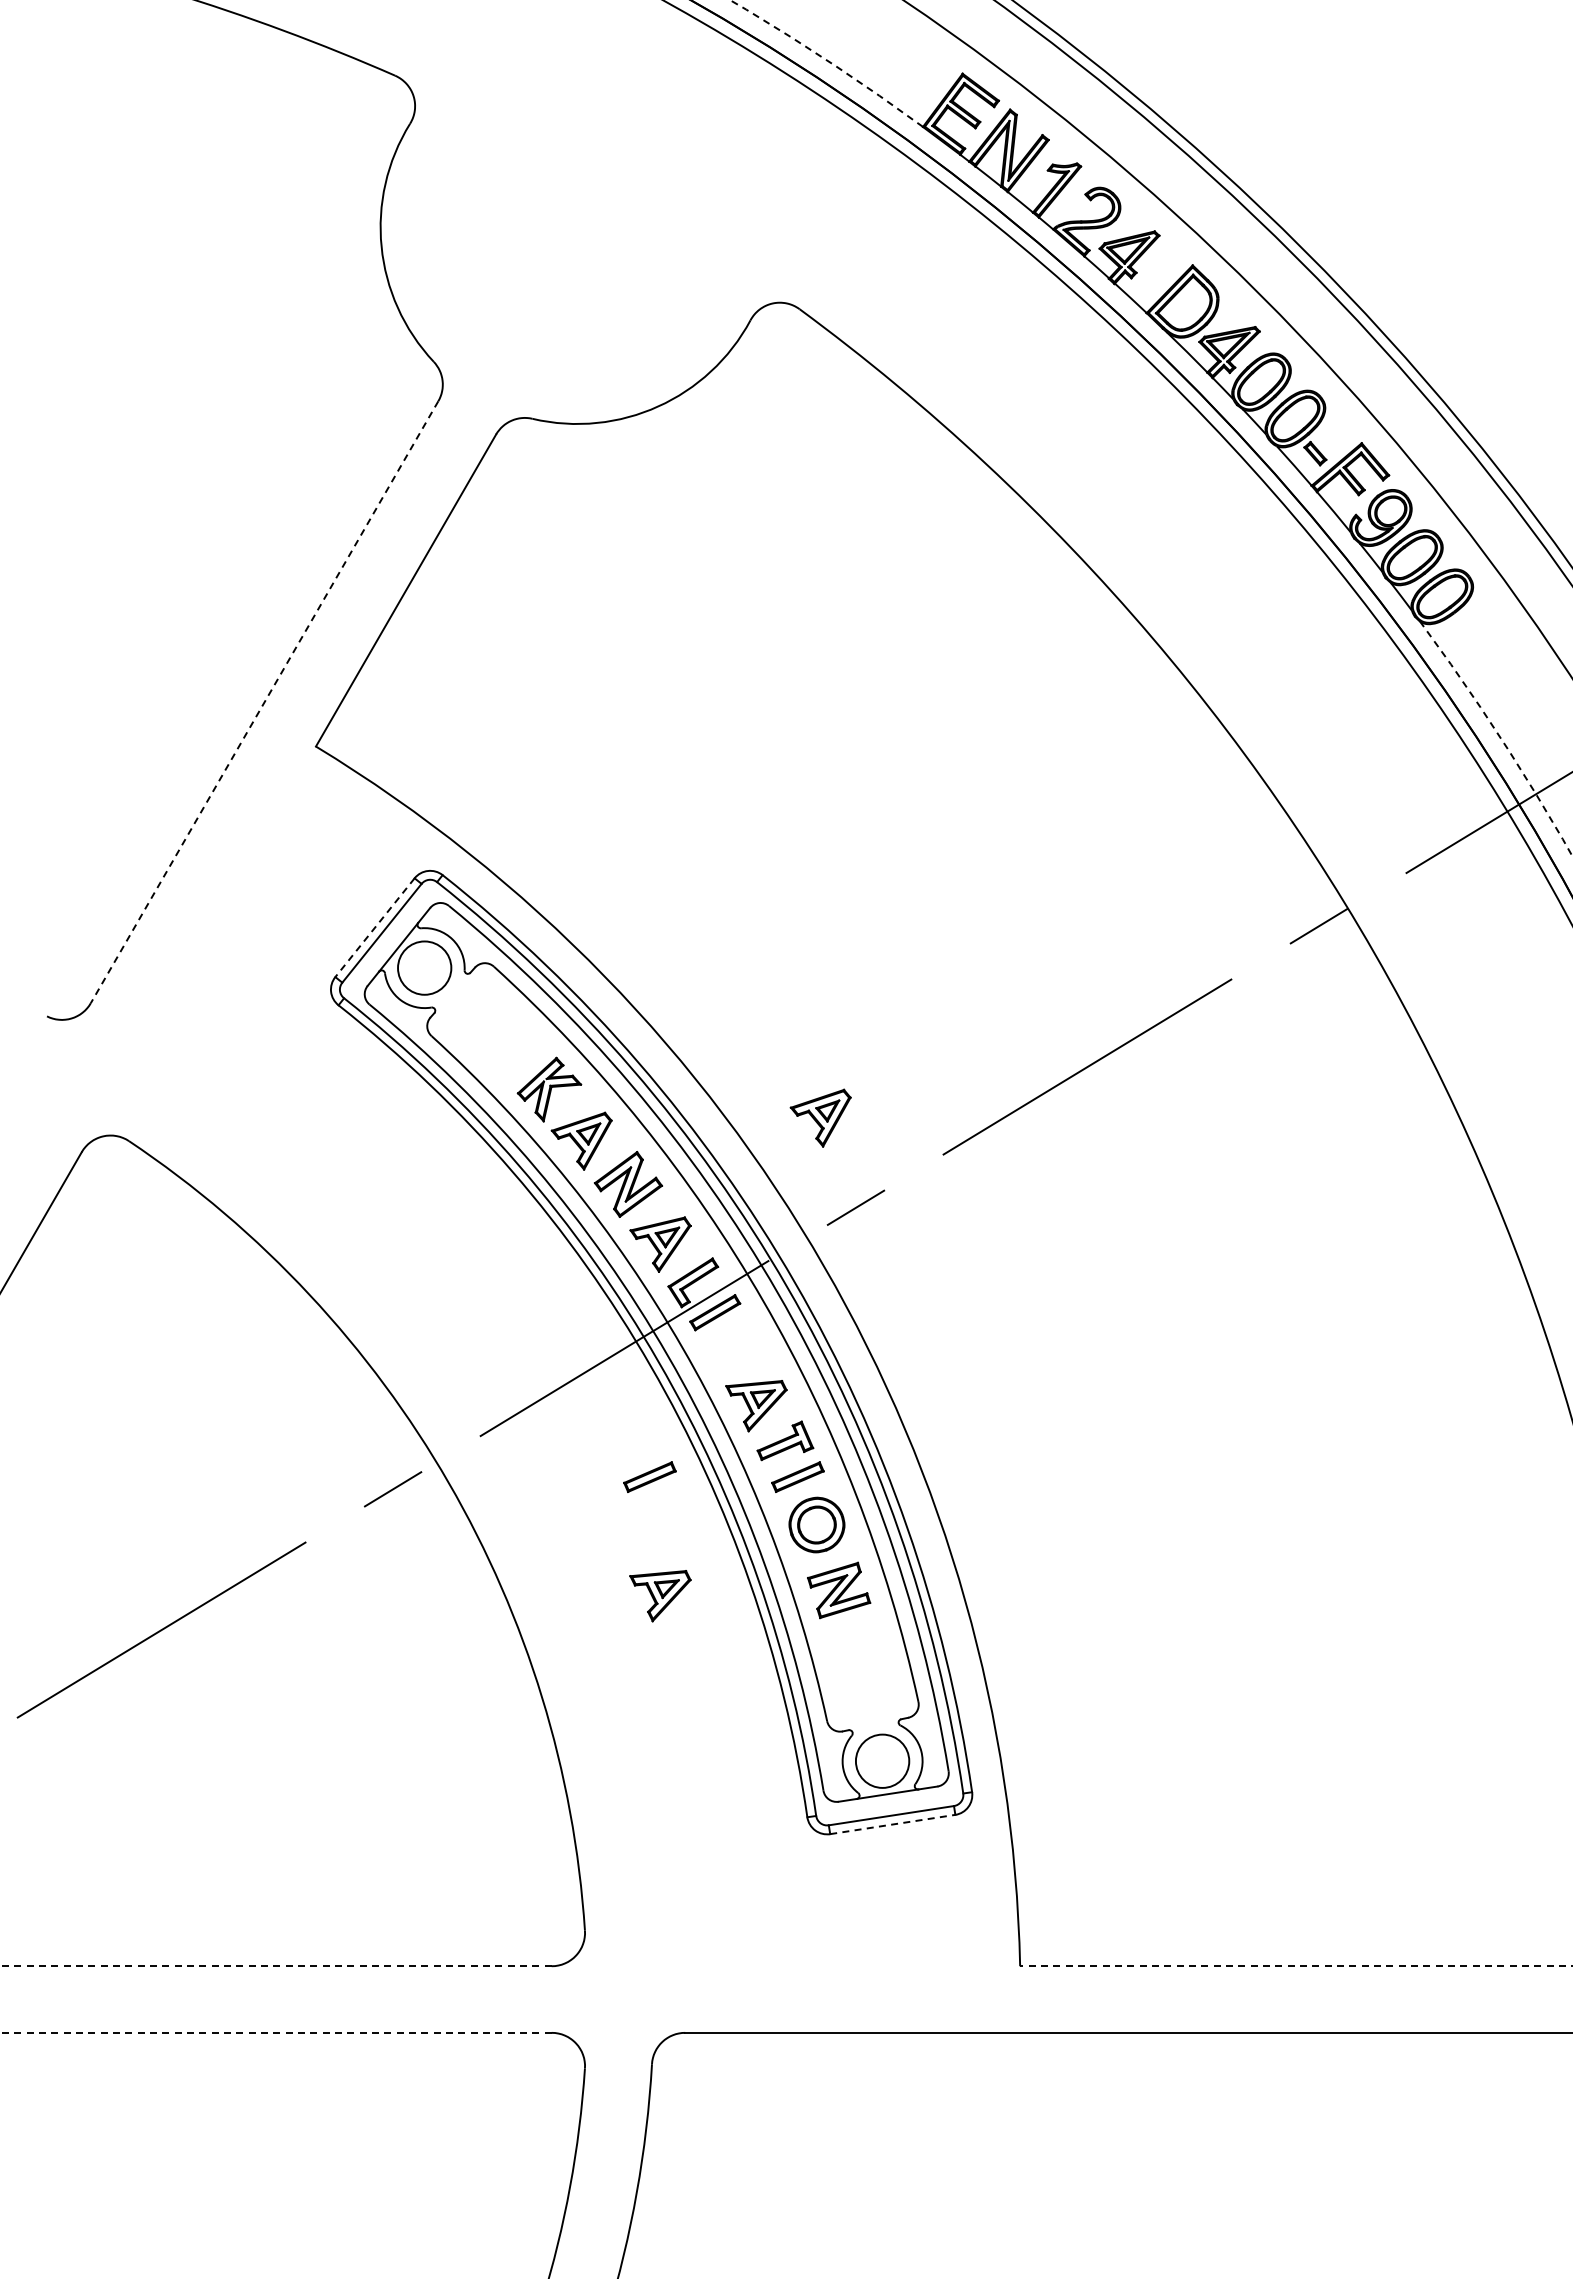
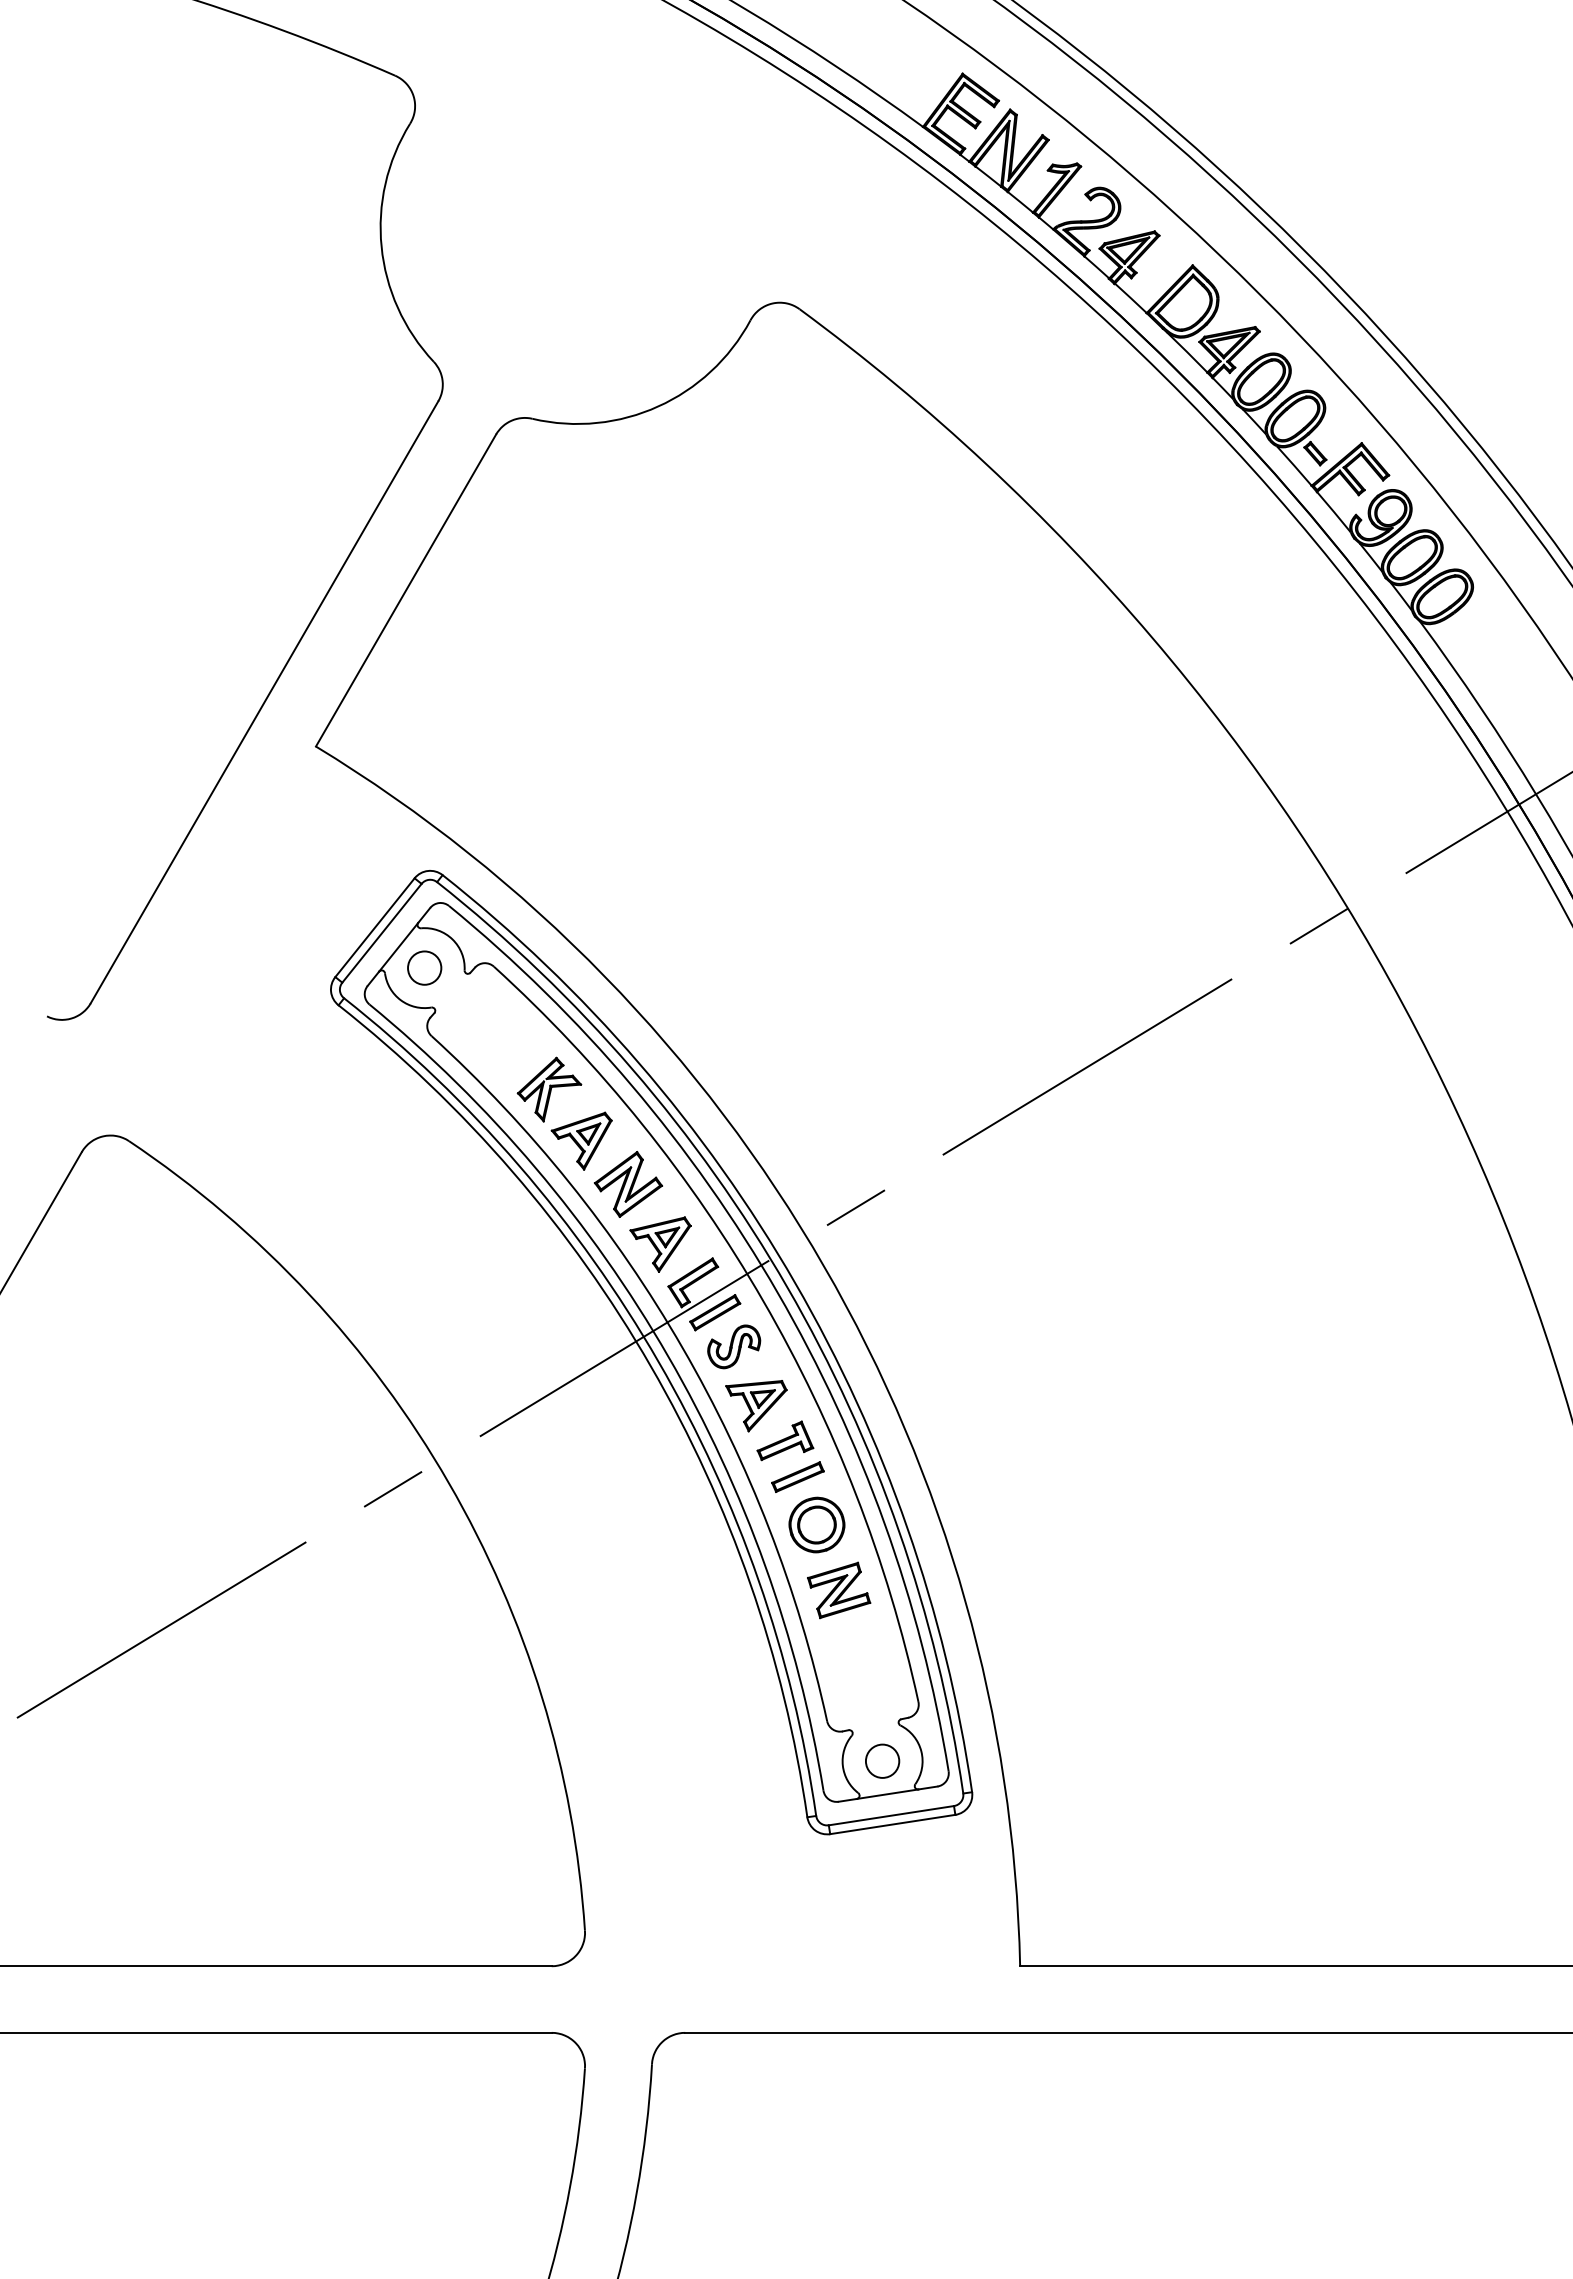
arc at (828, 61): dashed -> solid
line at (264, 702): dashed -> solid
arc at (1500, 737): dashed -> solid
line at (374, 928): dashed -> solid
circle at (424, 967) diameter: 53 px -> 33 px
part at (820, 1117): present -> none
part at (734, 1346): none -> present
part at (649, 1476): present -> none
part at (660, 1596): present -> none
circle at (882, 1760) diameter: 53 px -> 33 px
line at (893, 1824): dashed -> solid
line at (276, 1966): dashed -> solid
line at (1296, 1966): dashed -> solid
line at (276, 2032): dashed -> solid
